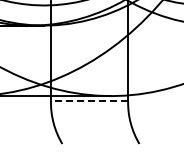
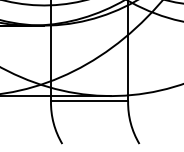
line at (89, 101): dashed -> solid
